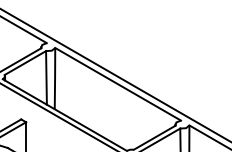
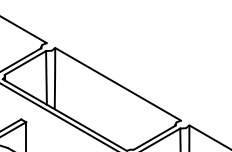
line at (115, 75): present -> none
